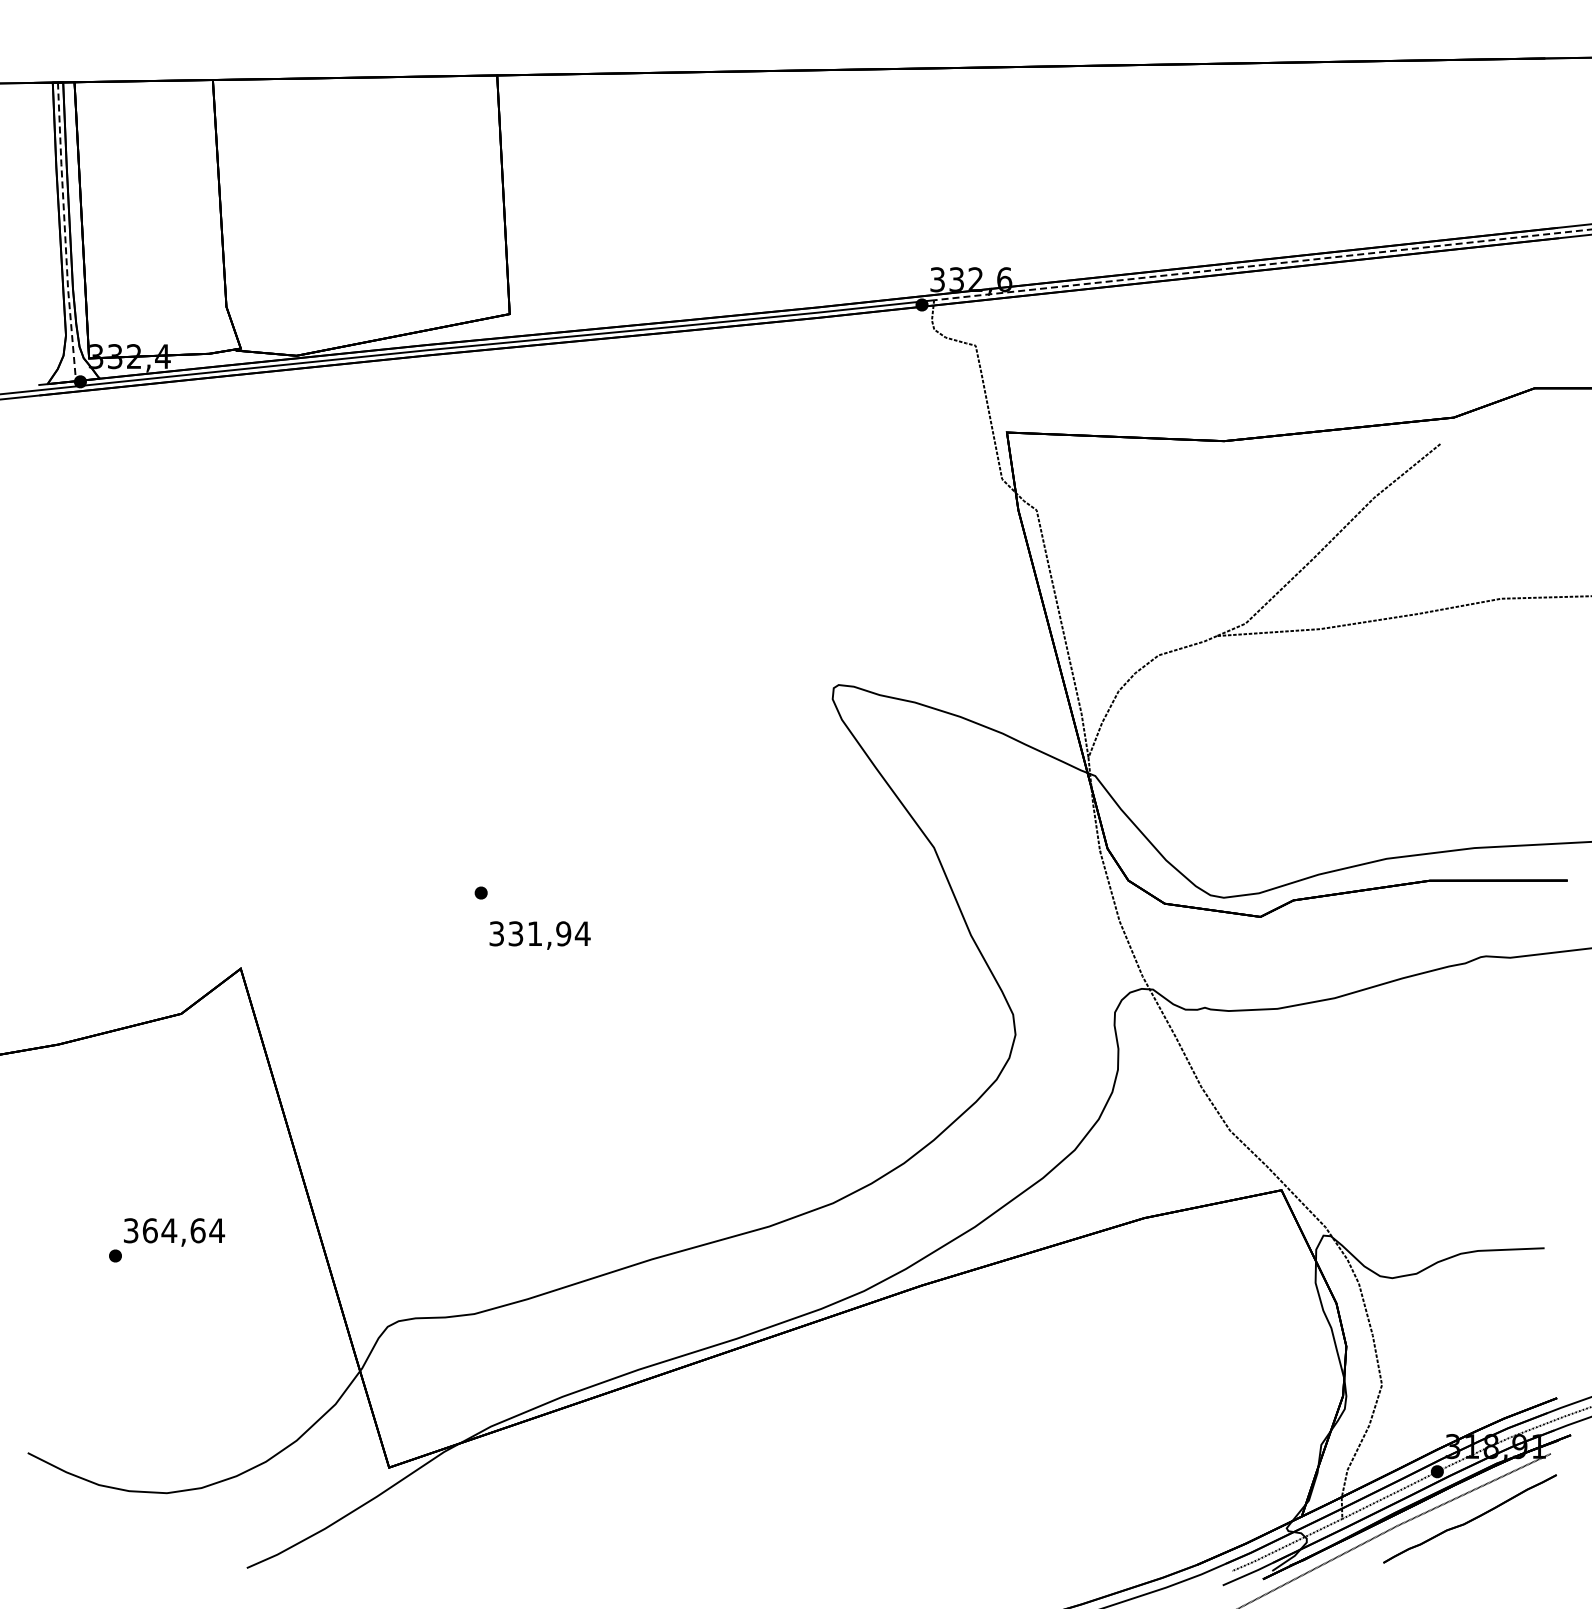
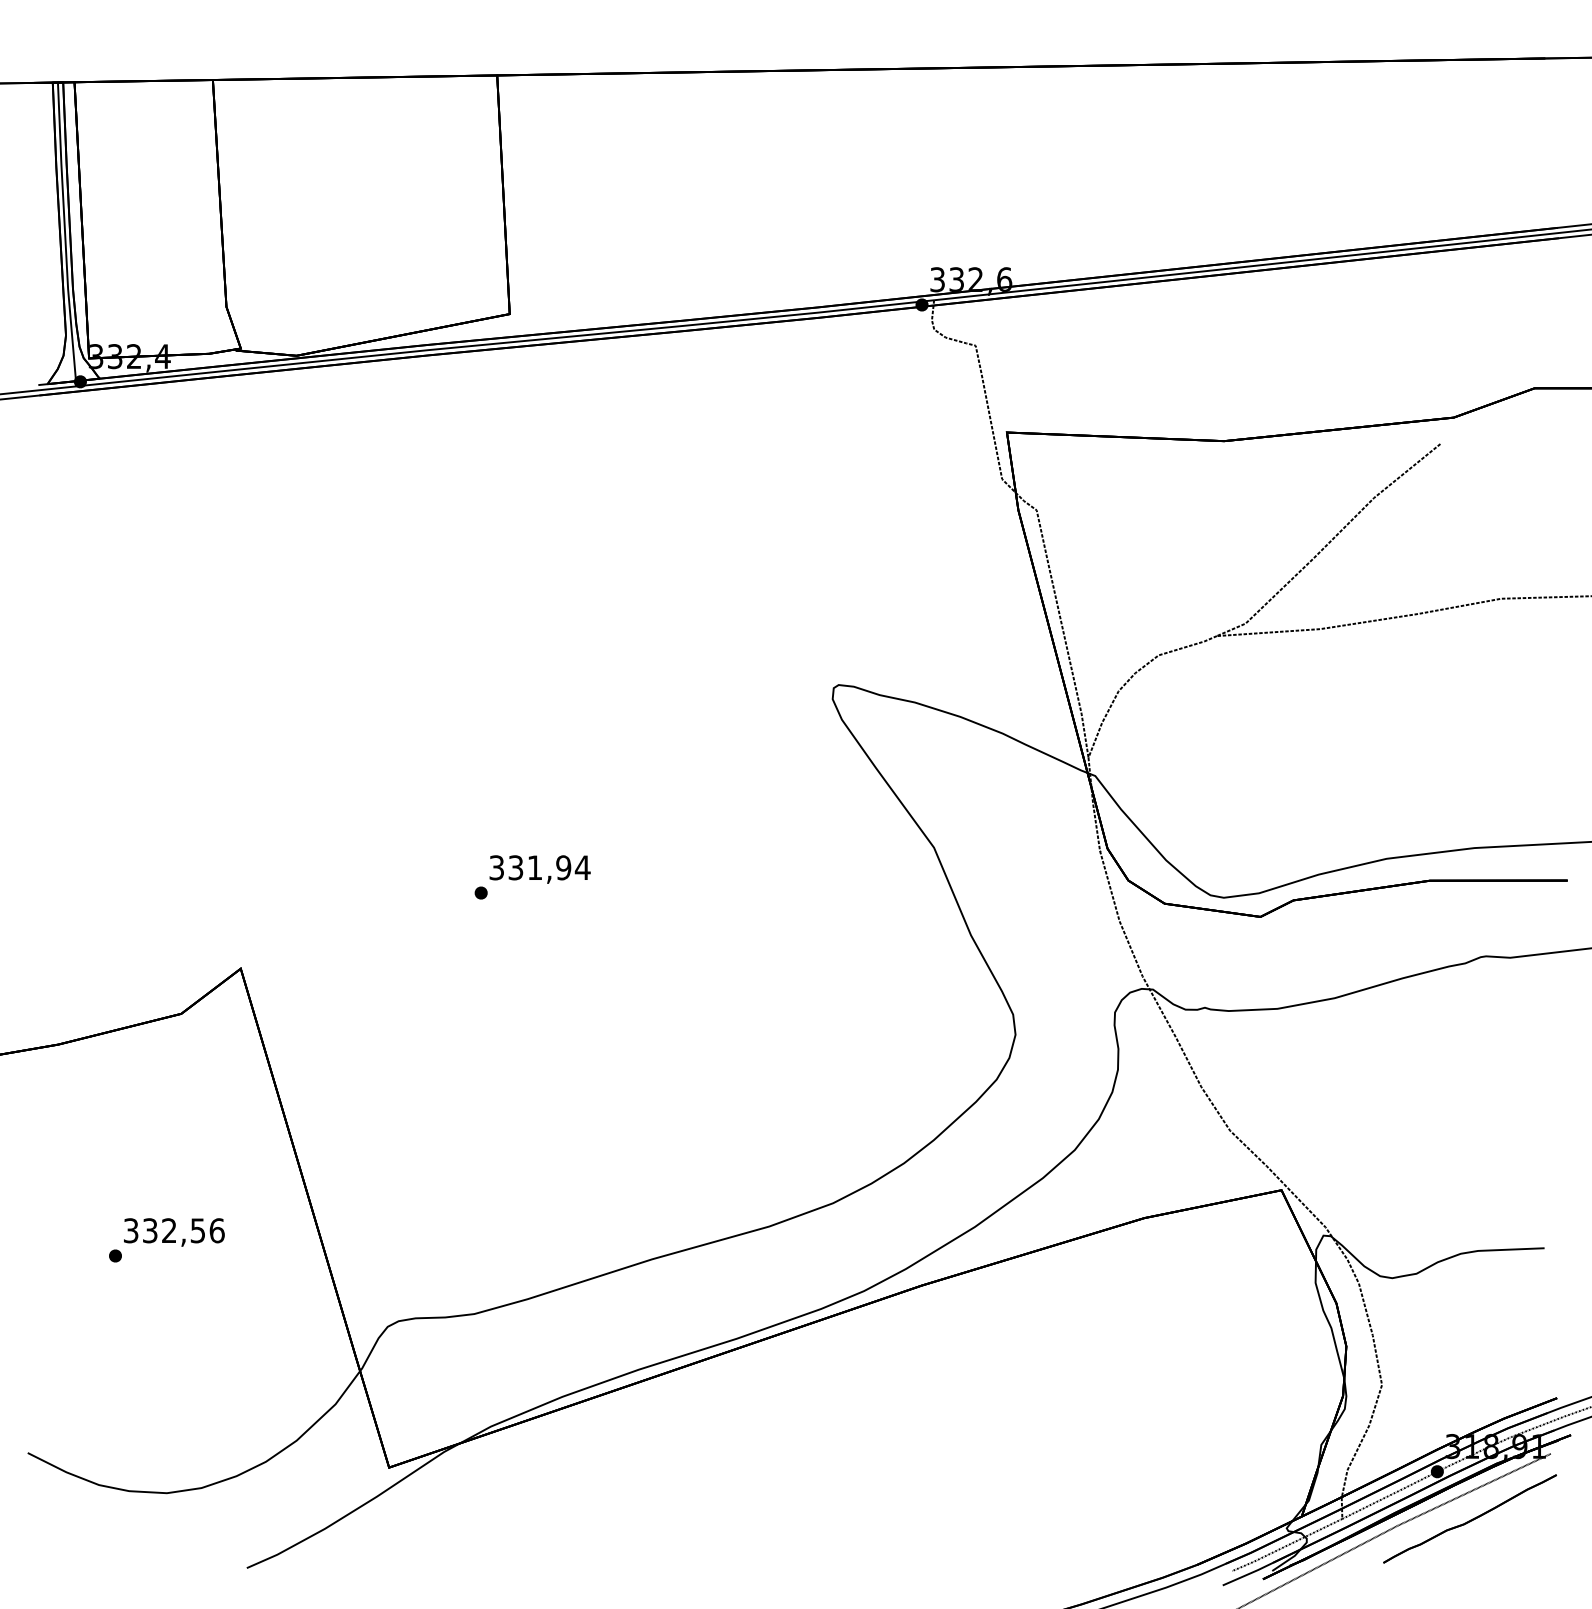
line at (65, 232): dashed -> solid
line at (1262, 265): dashed -> solid
text at (539, 935) position: (539, 935) -> (539, 869)
text at (183, 1230): 364,64 -> 332,56
